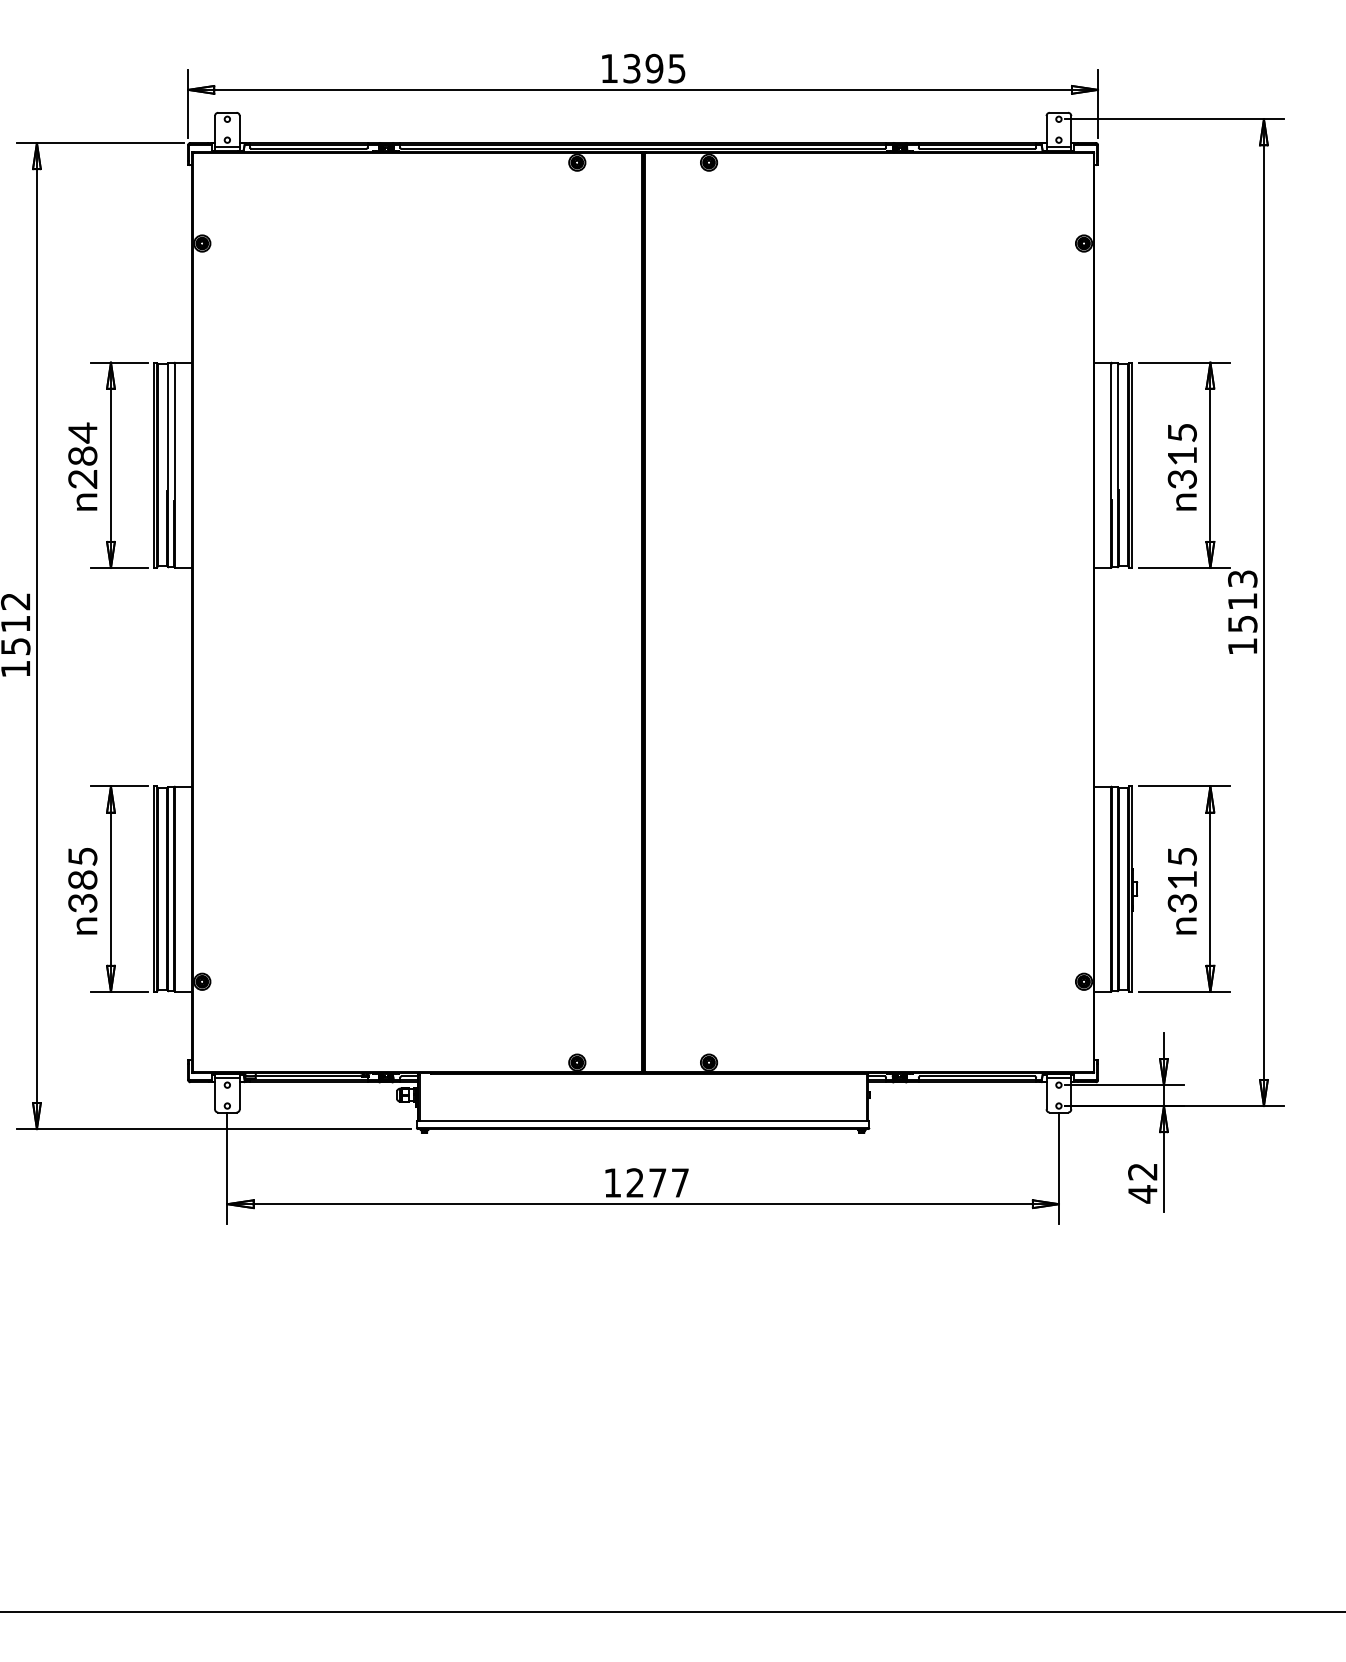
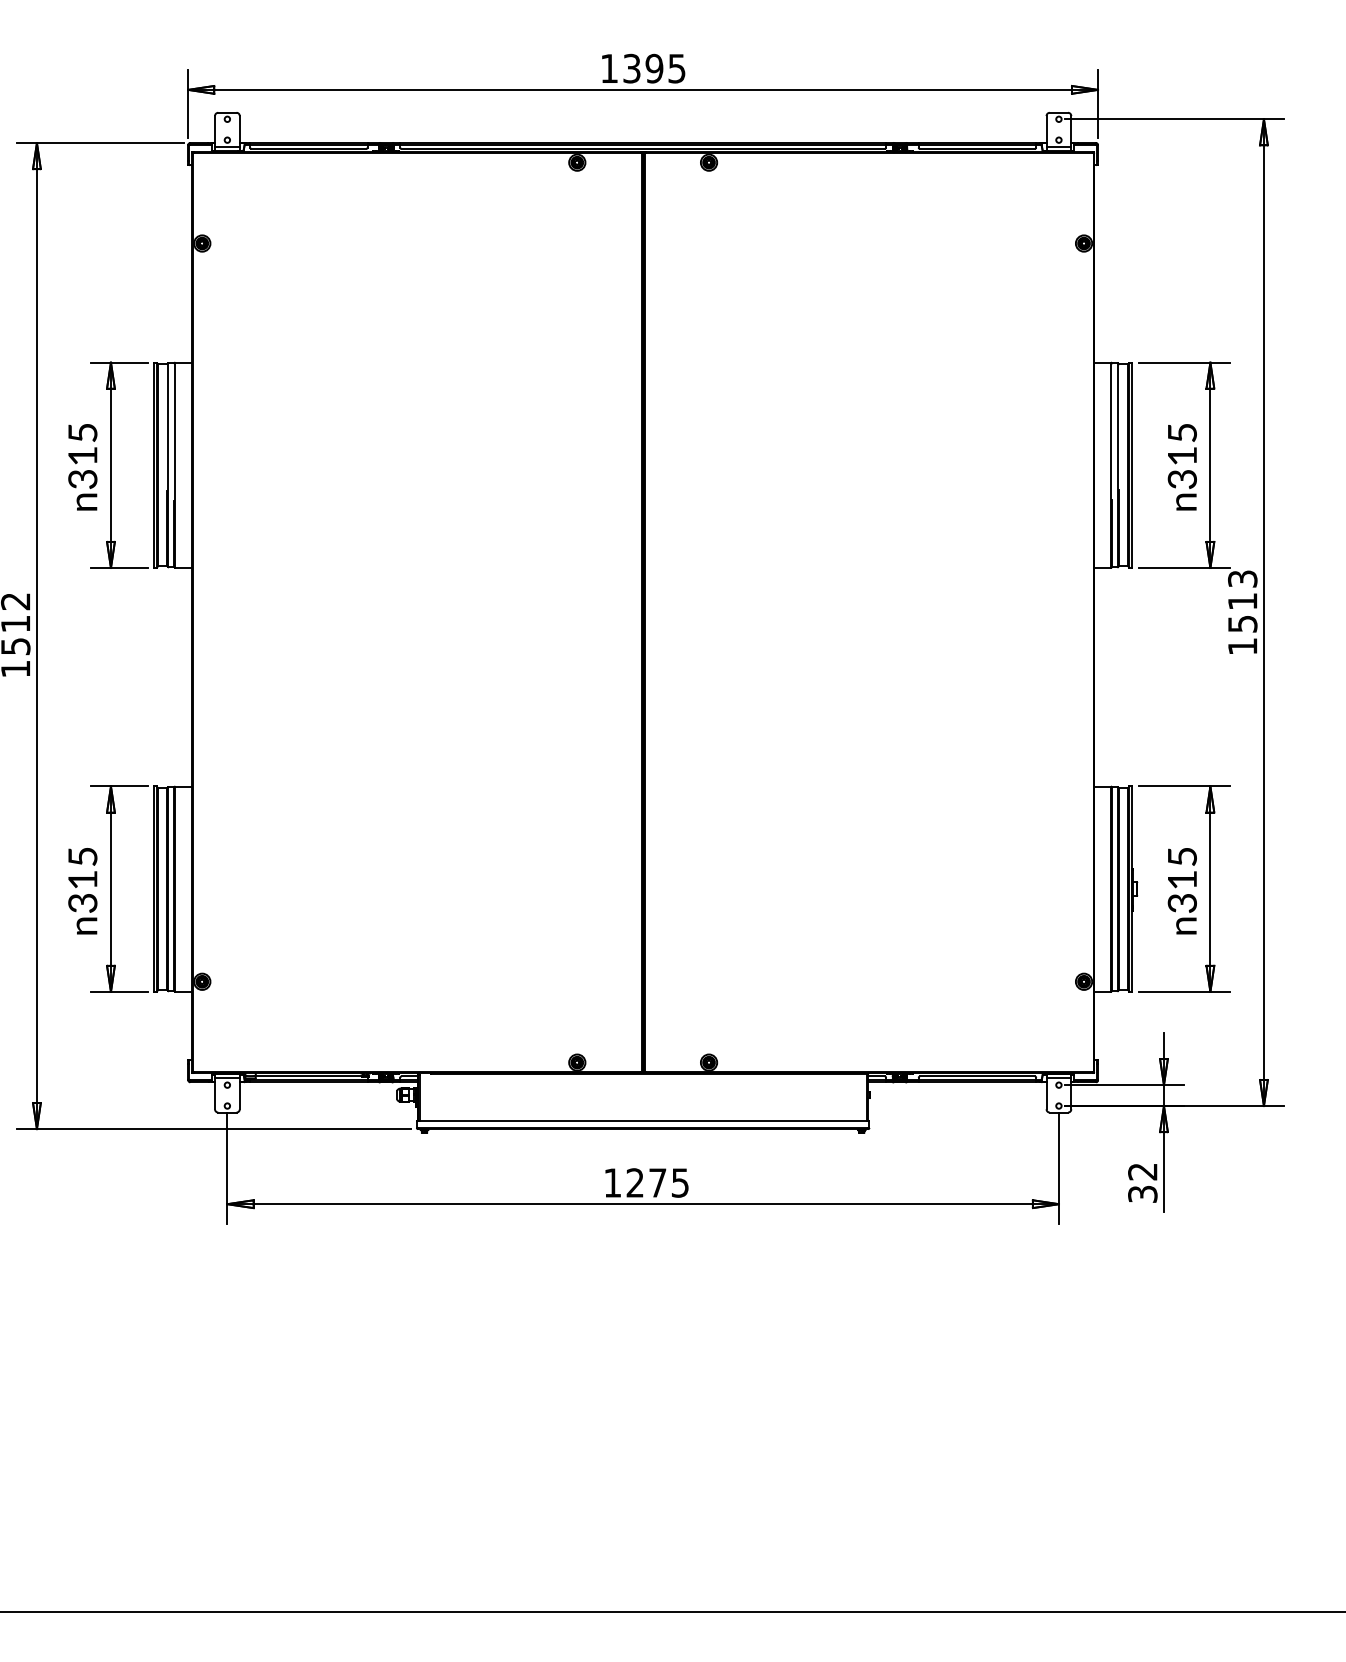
text at (82, 455): 284 -> 315
text at (82, 879): 385 -> 315
text at (680, 1182): 1277 -> 1275
text at (1142, 1194): 42 -> 32
